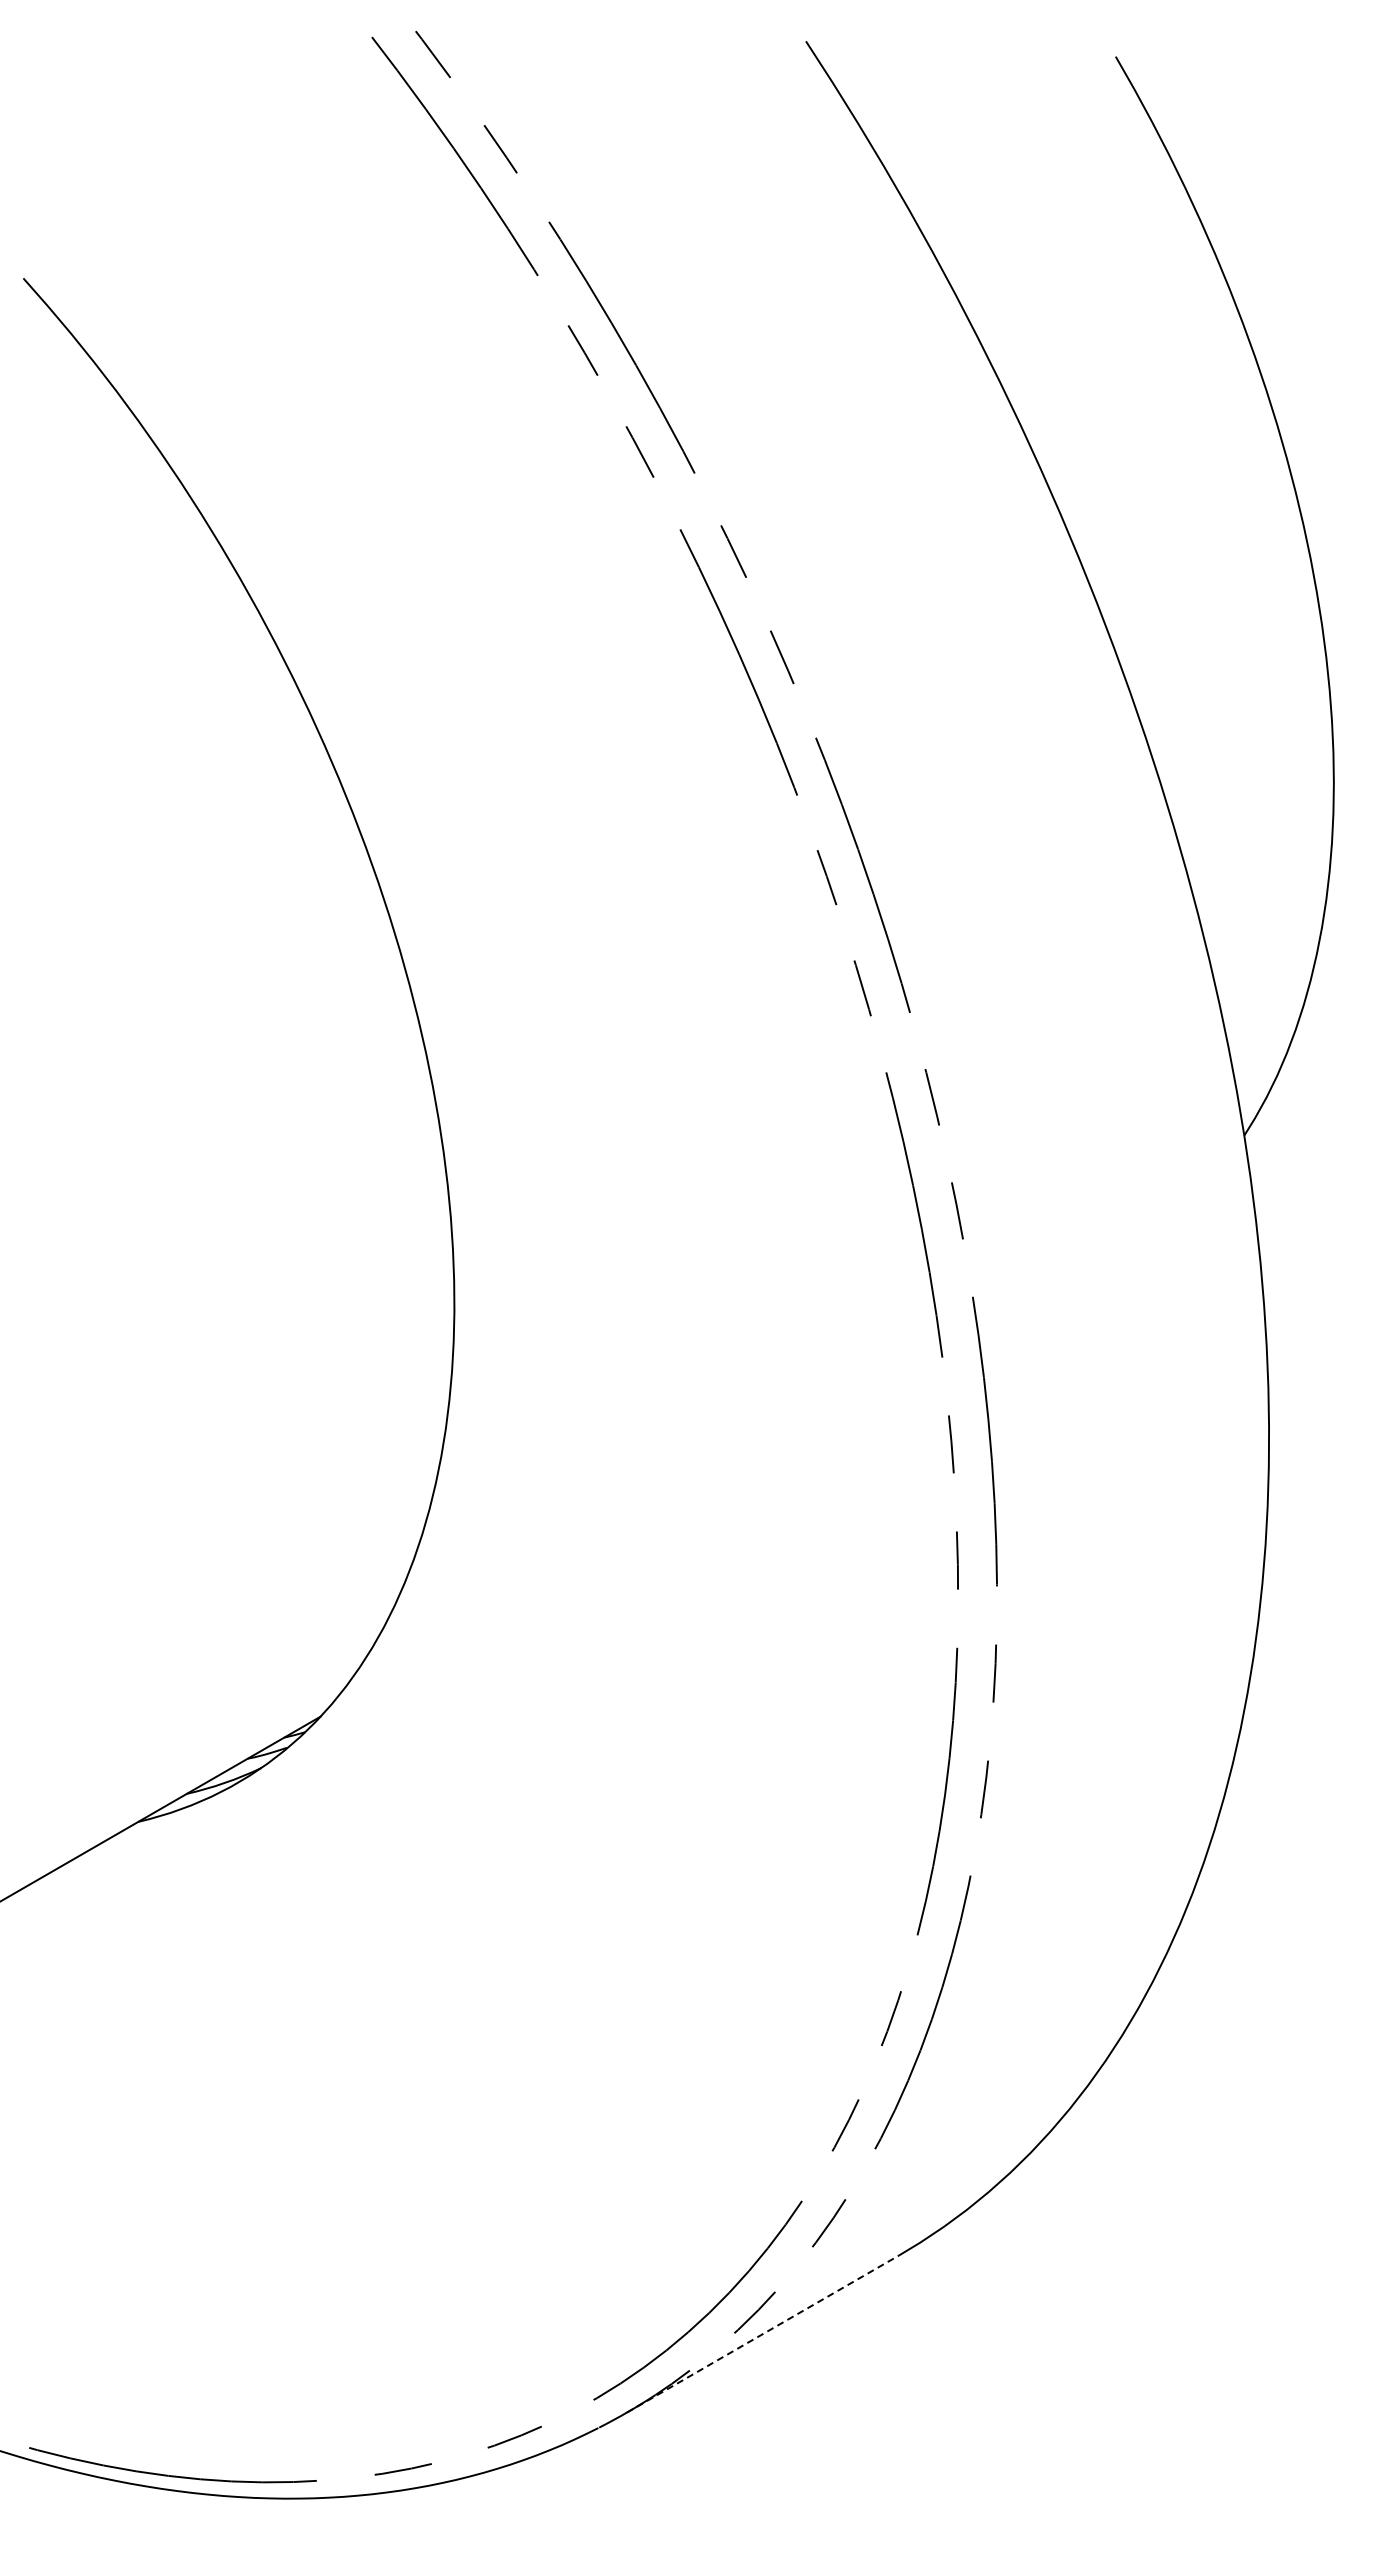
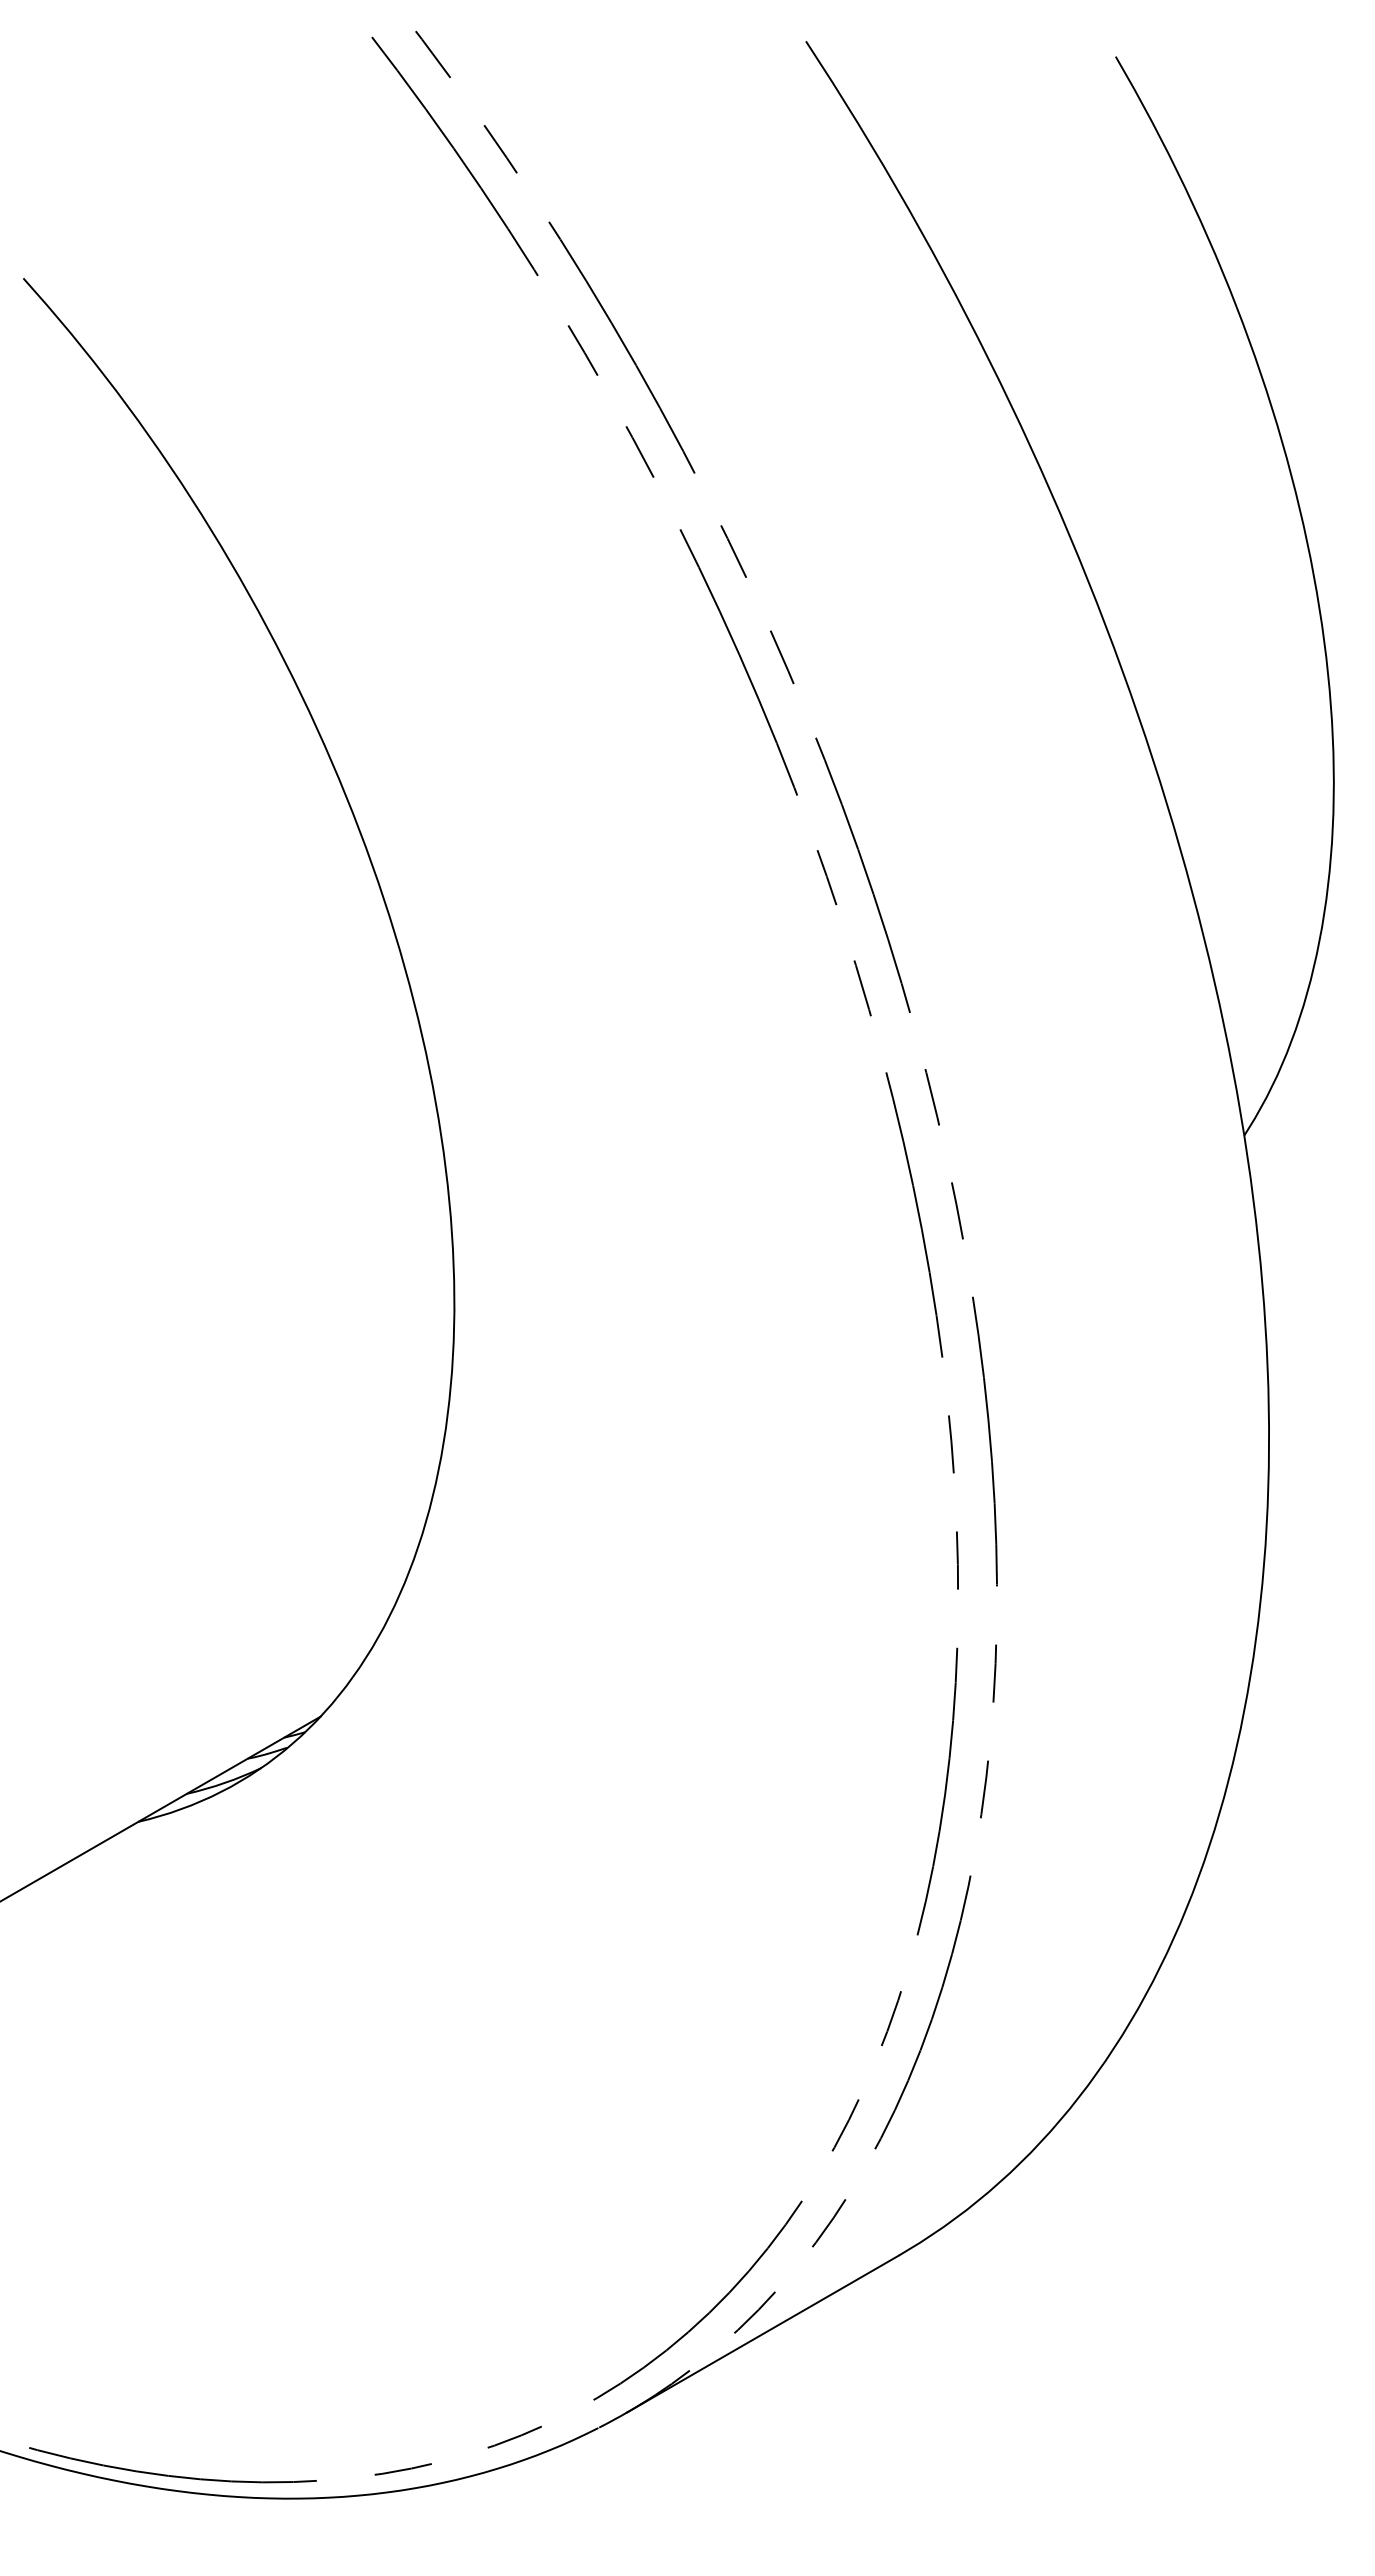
line at (763, 2333): dashed -> solid
